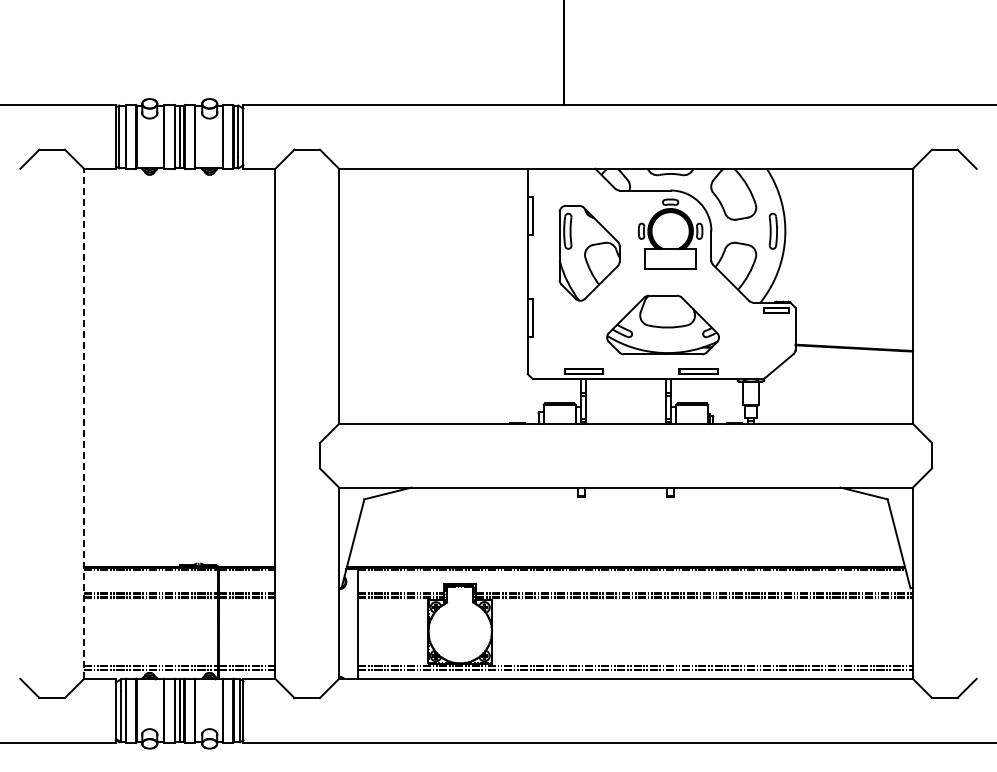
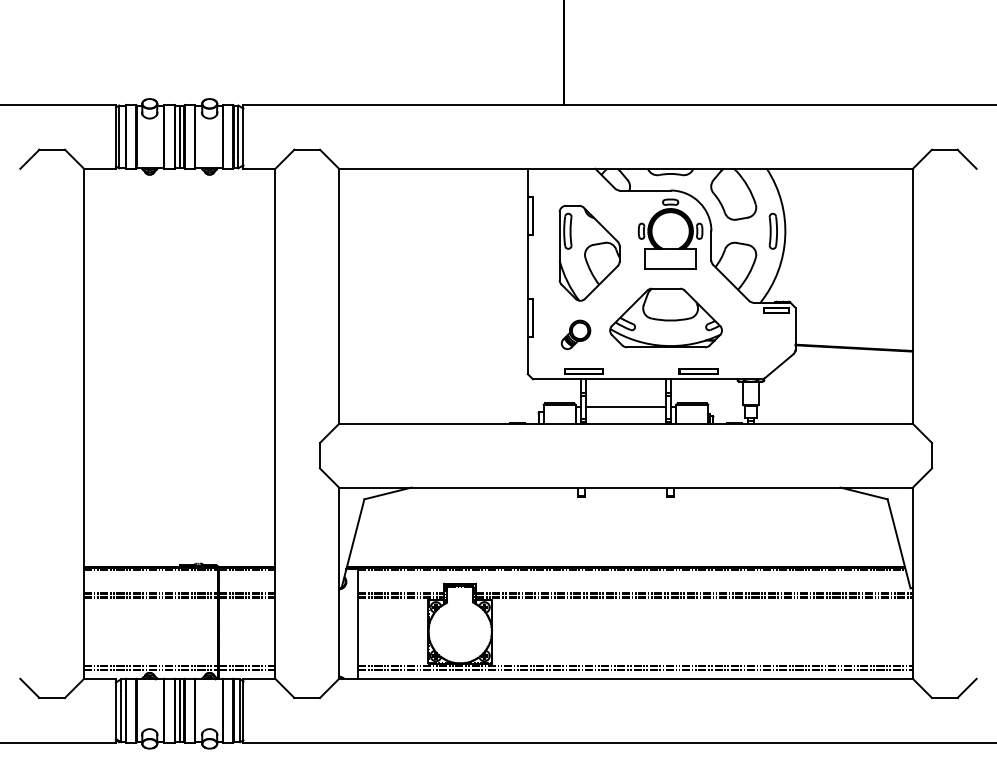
part at (662, 324) position: (662, 324) -> (665, 317)
part at (576, 334): none -> present
line at (625, 407): none -> present
line at (84, 423): dashed -> solid
